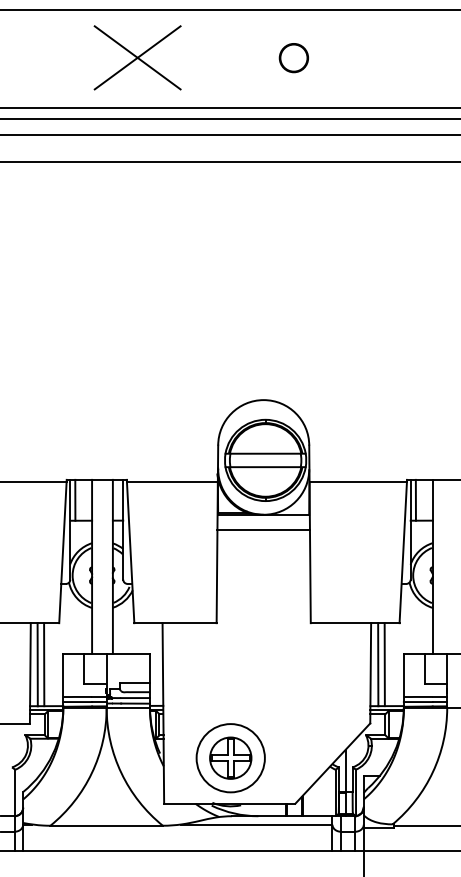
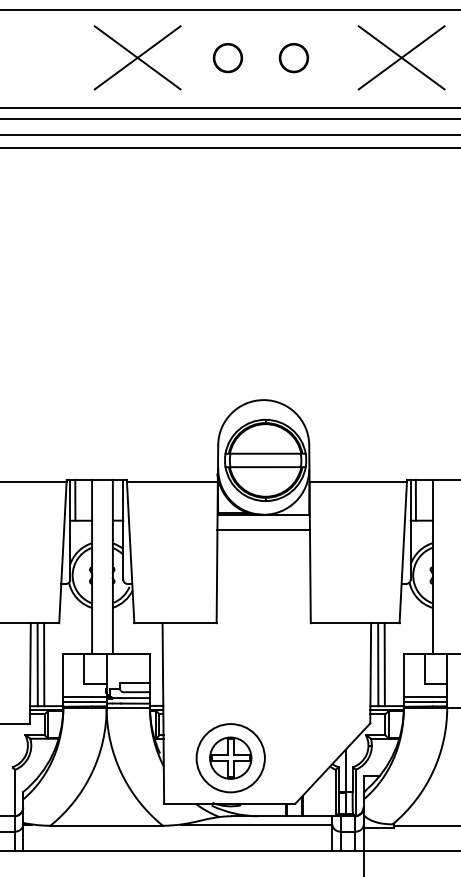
part at (401, 57): none -> present
circle at (227, 58): none -> present
line at (229, 161) position: (229, 161) -> (229, 147)
